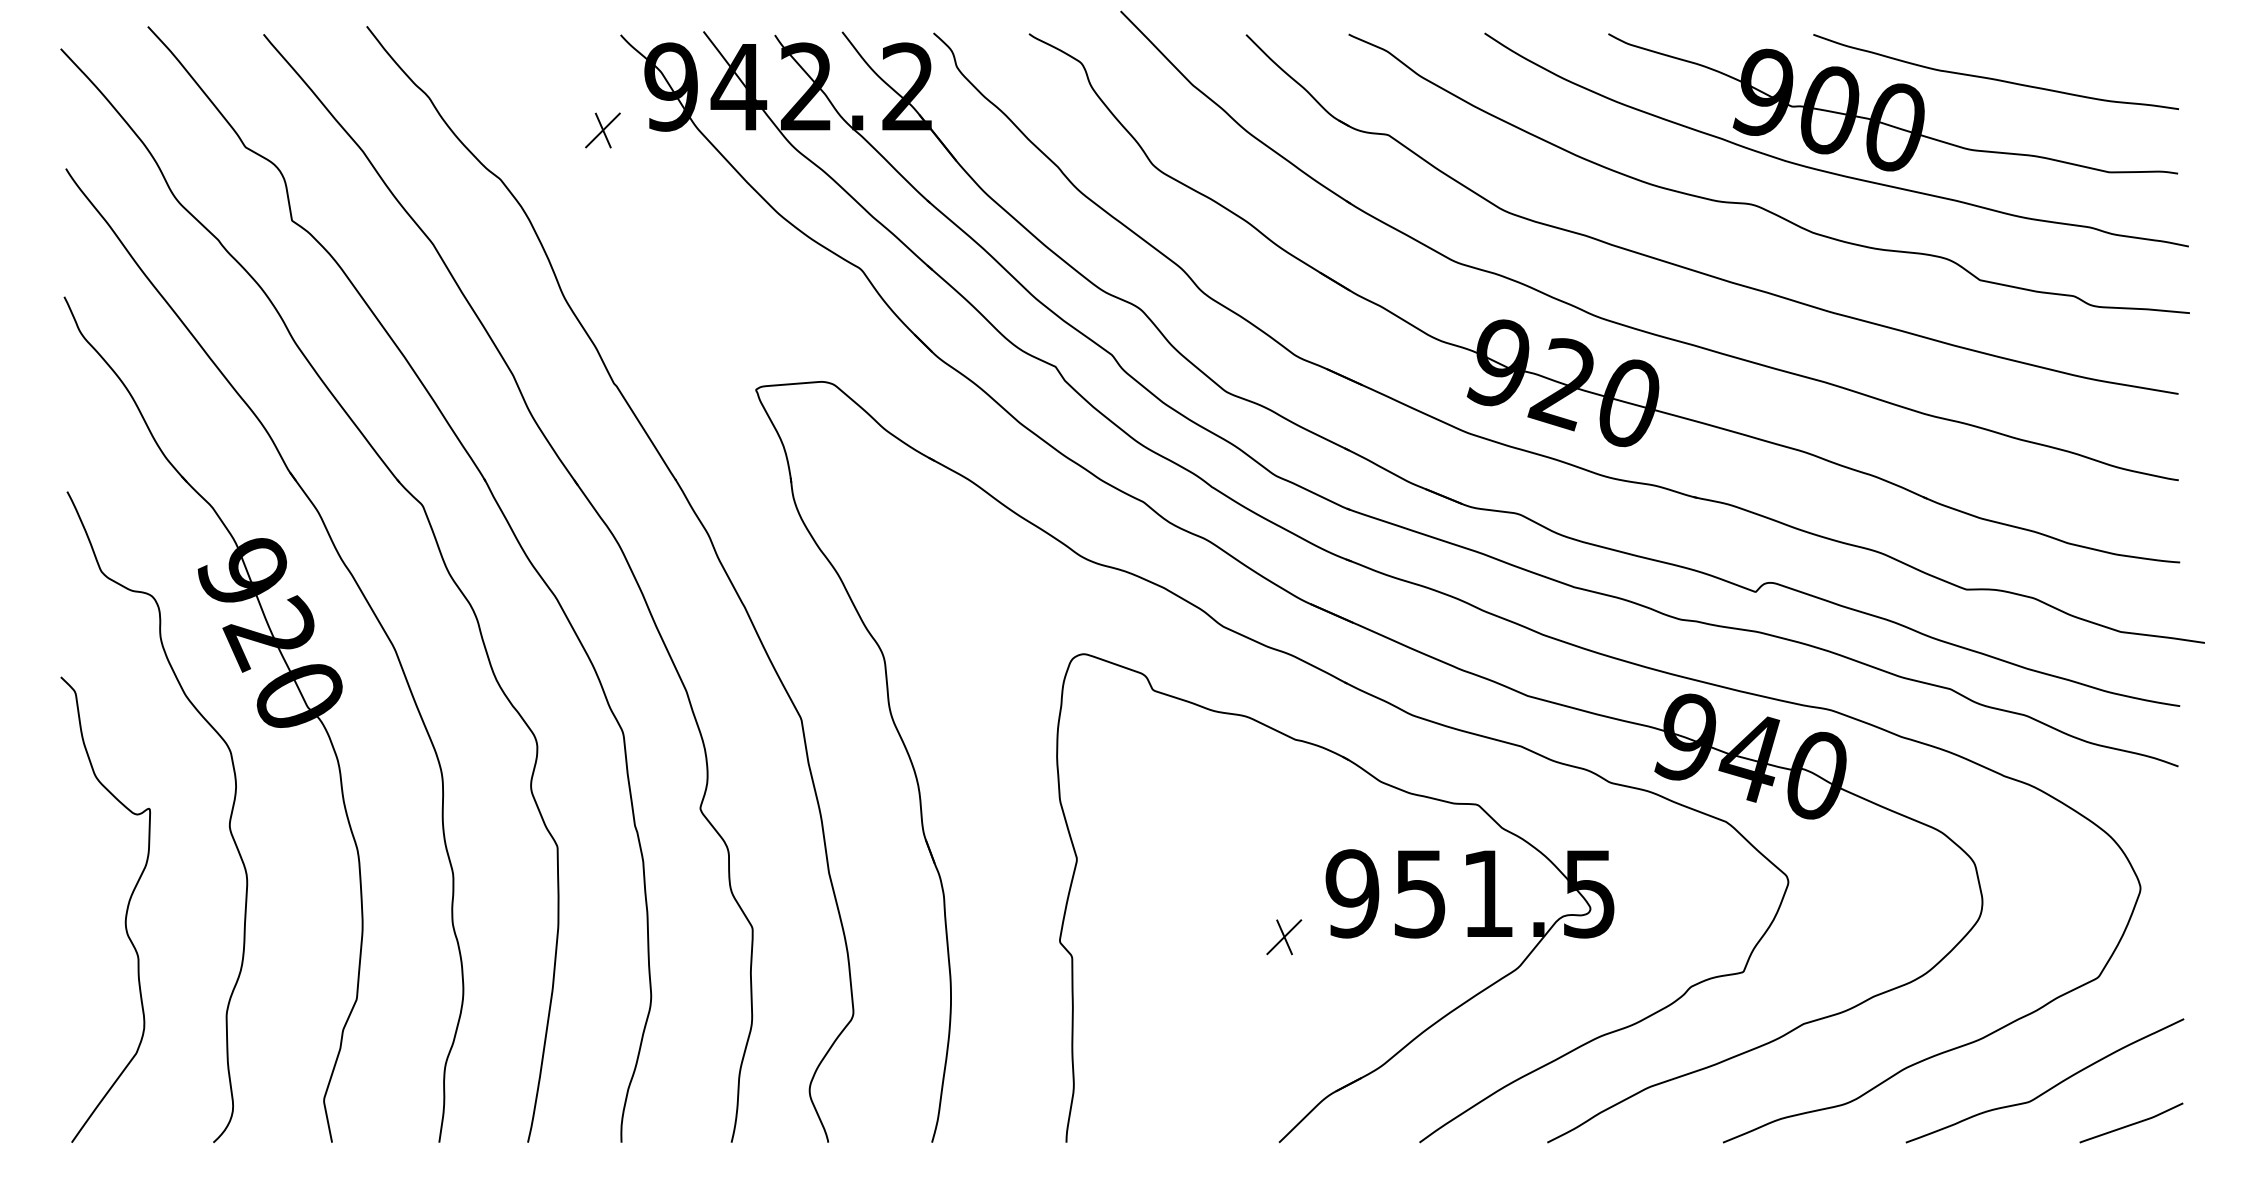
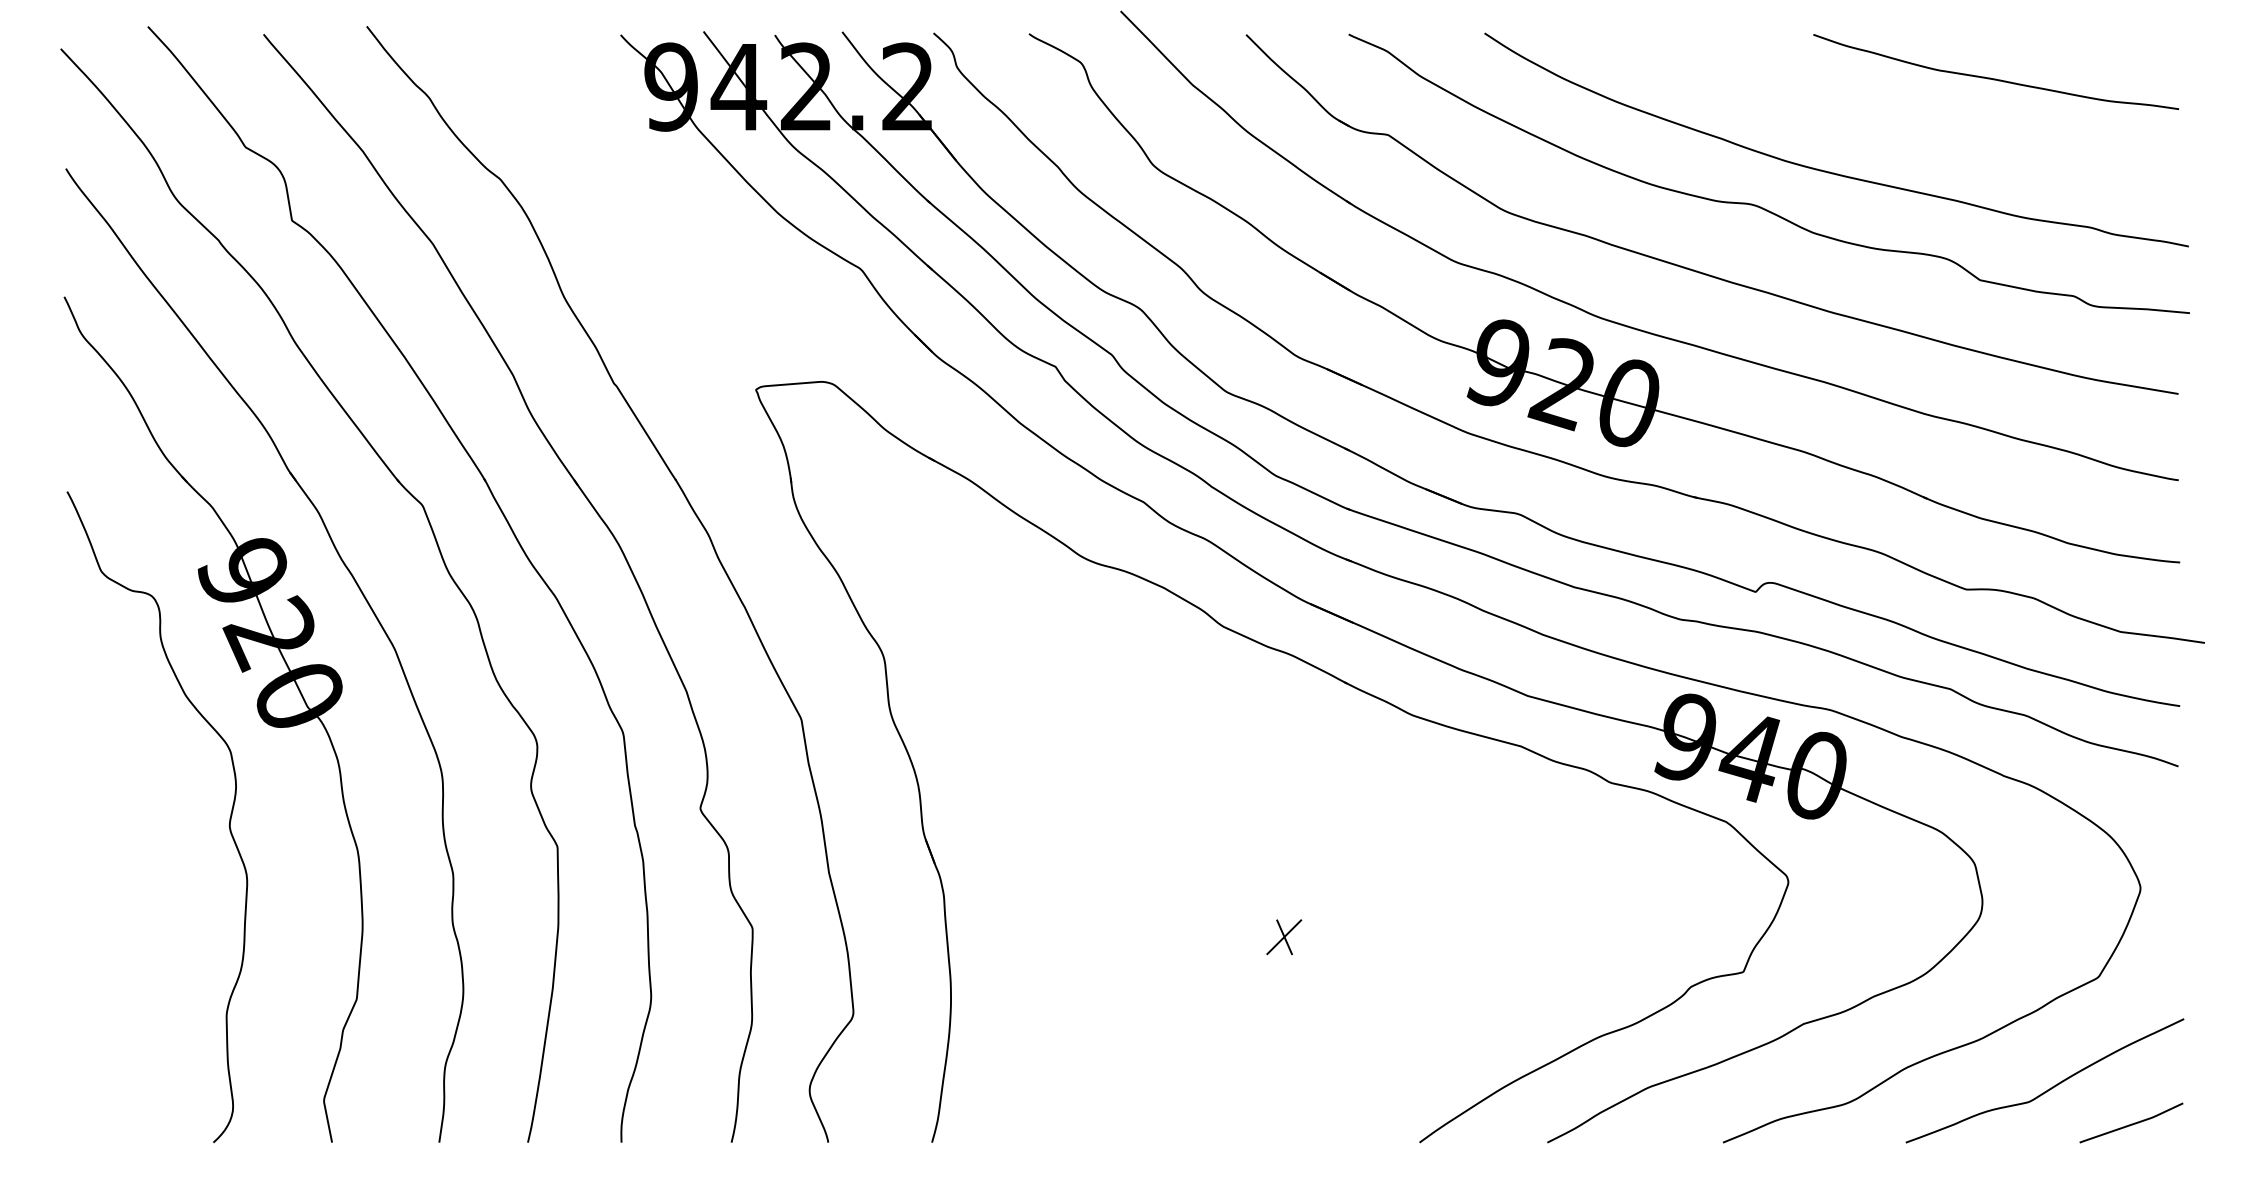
part at (1893, 103): present -> none
part at (602, 130): present -> none
part at (1335, 898): present -> none
curve at (125, 913): present -> none
